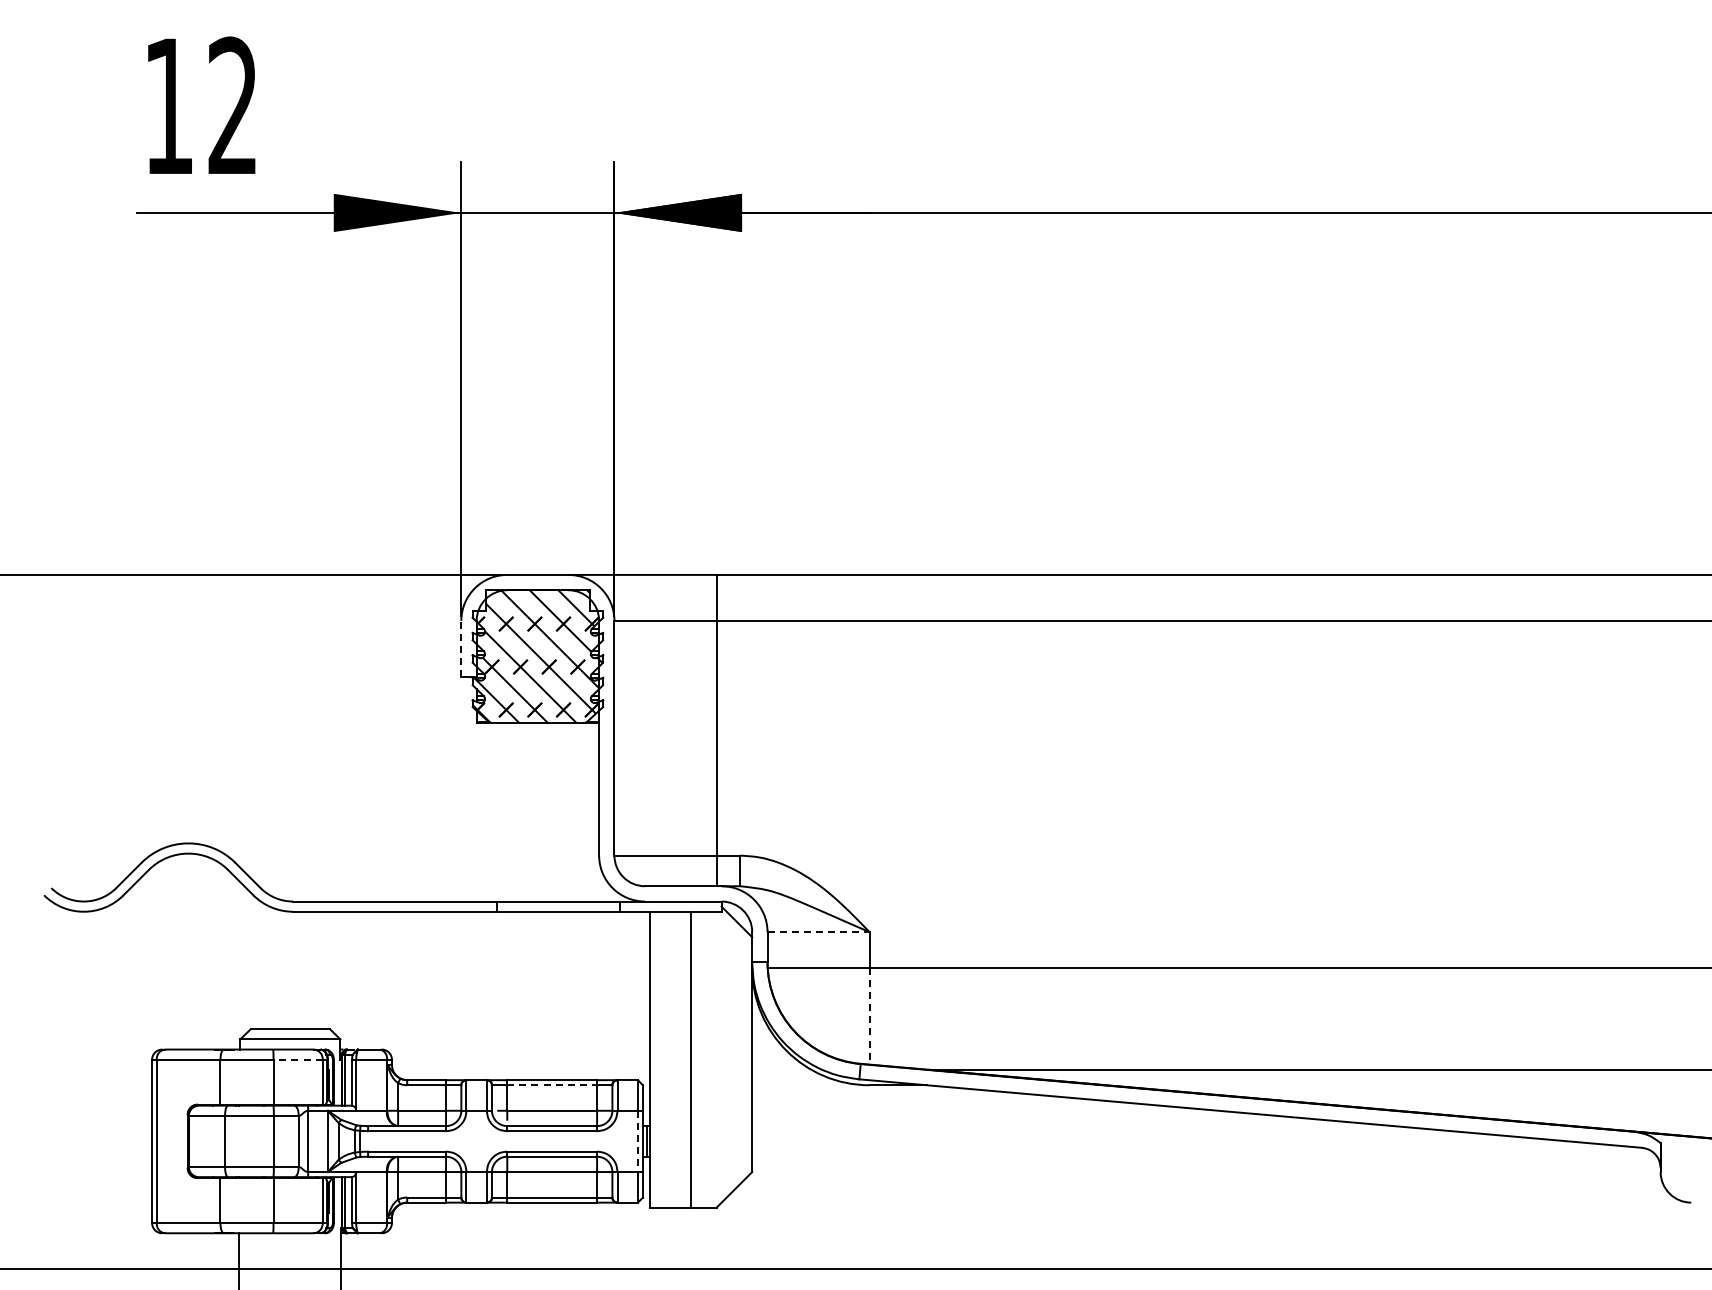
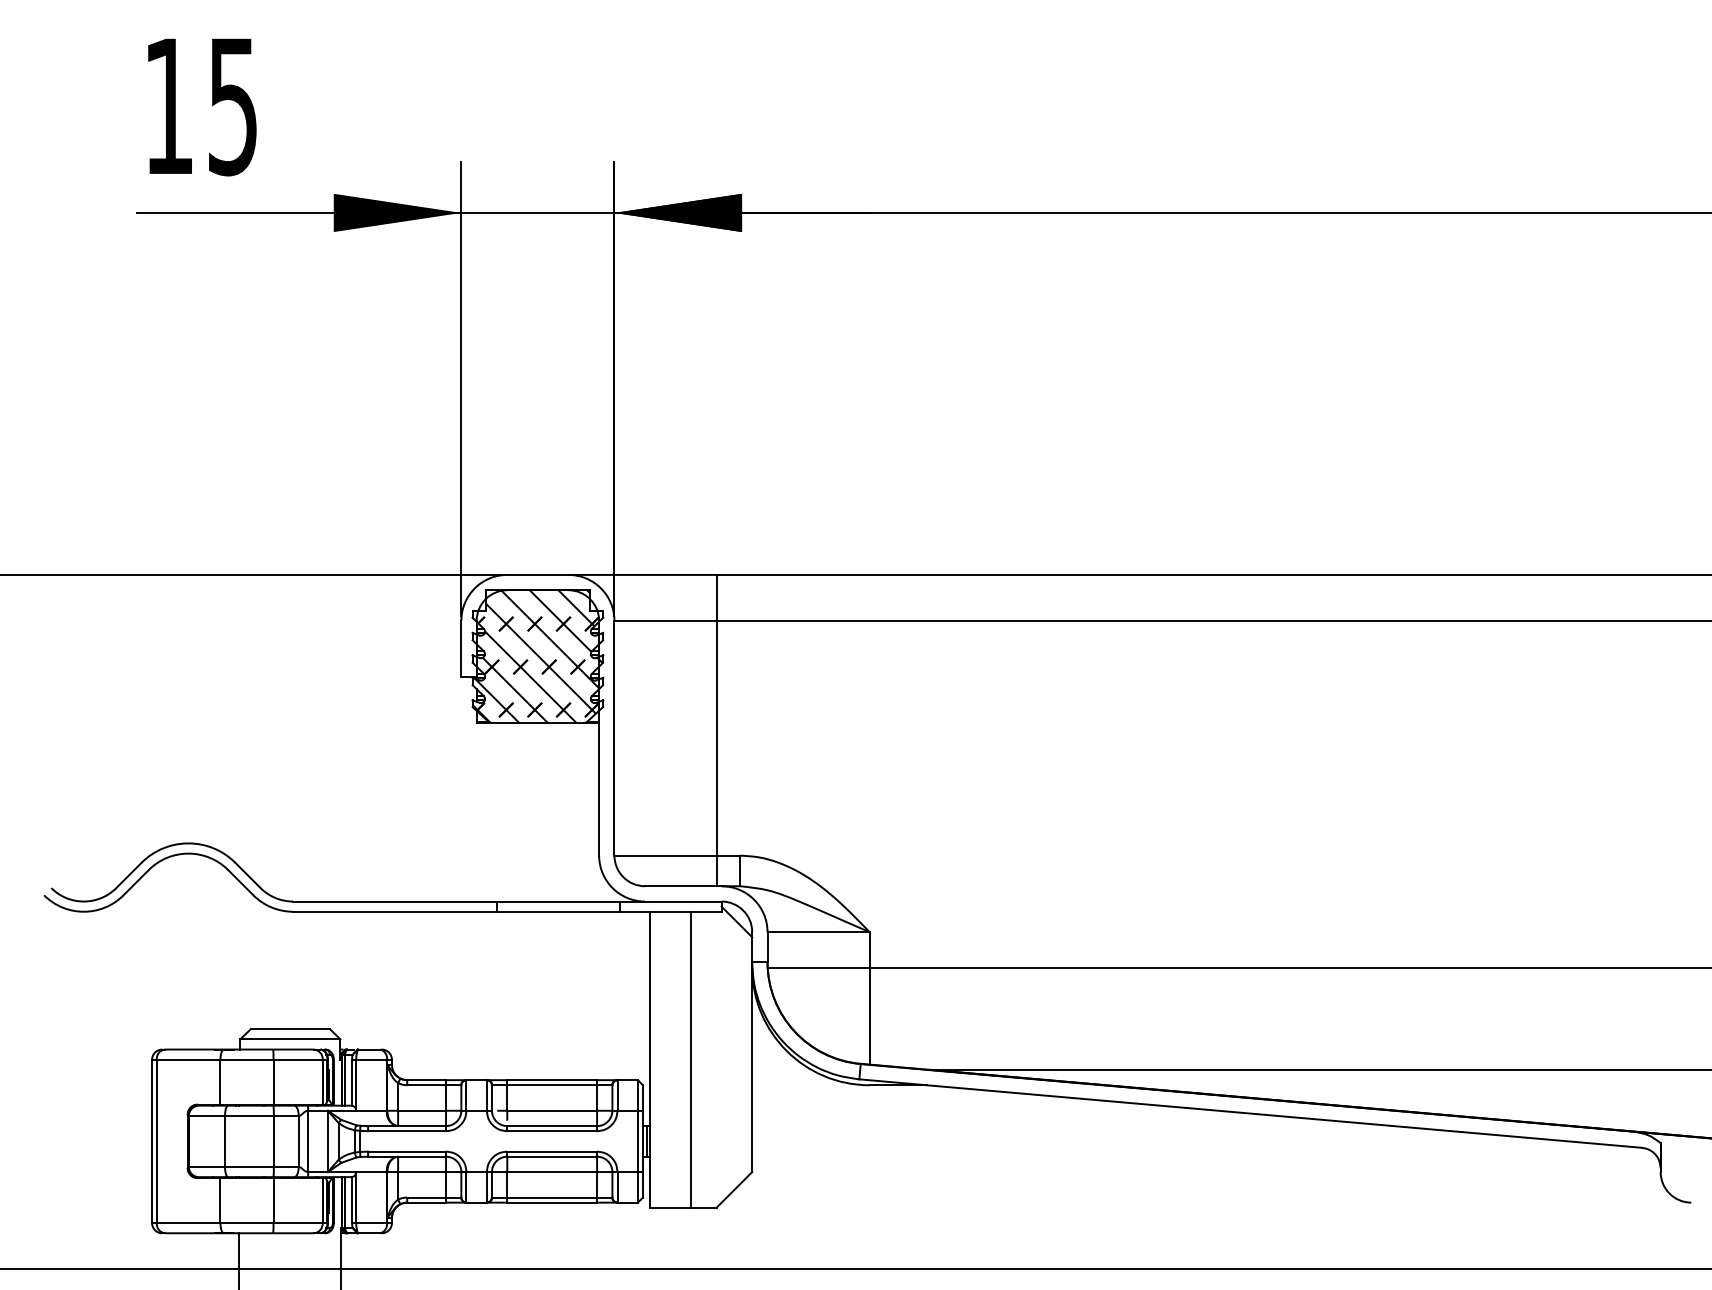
text at (232, 106): 12 -> 15
line at (461, 648): dashed -> solid
line at (819, 932): dashed -> solid
line at (869, 1016): dashed -> solid
line at (298, 1059): dashed -> solid
line at (552, 1085): dashed -> solid
line at (637, 1141): dashed -> solid
